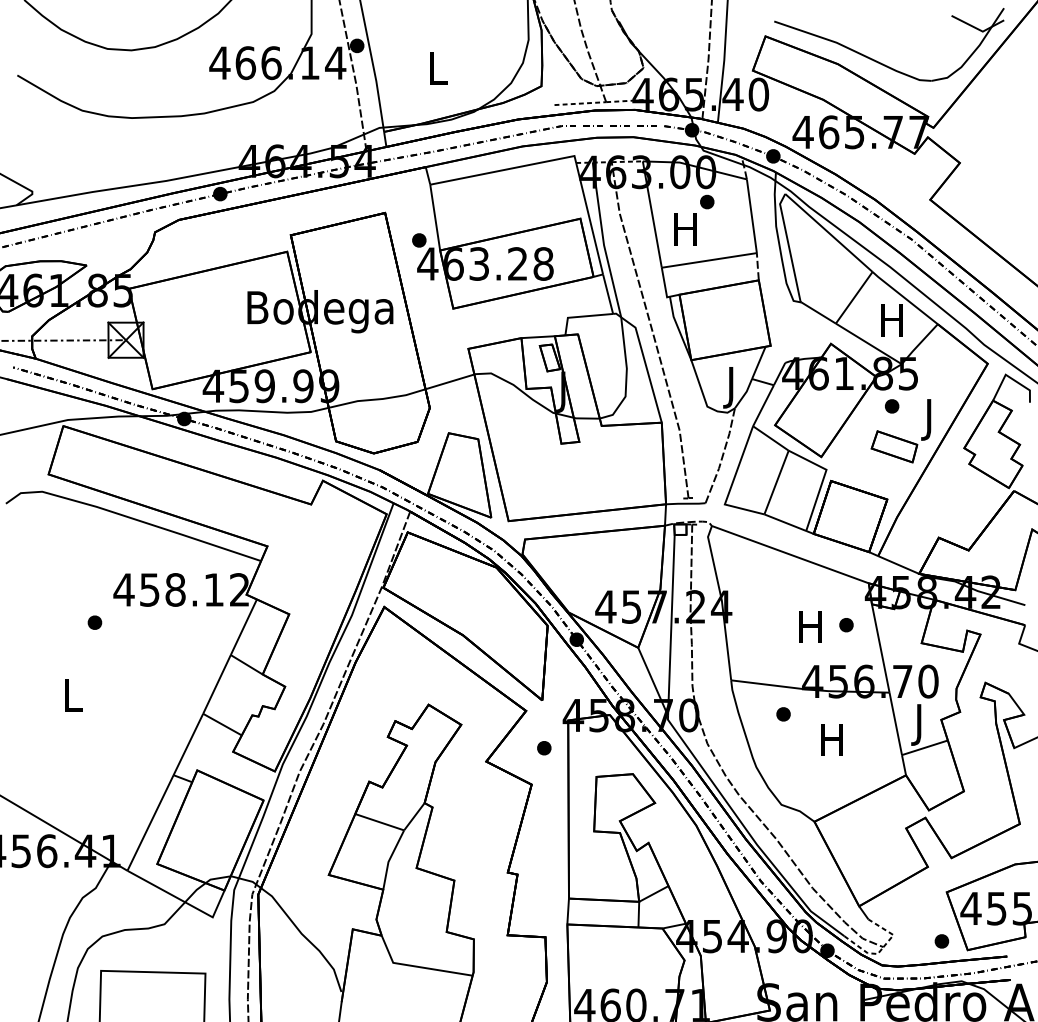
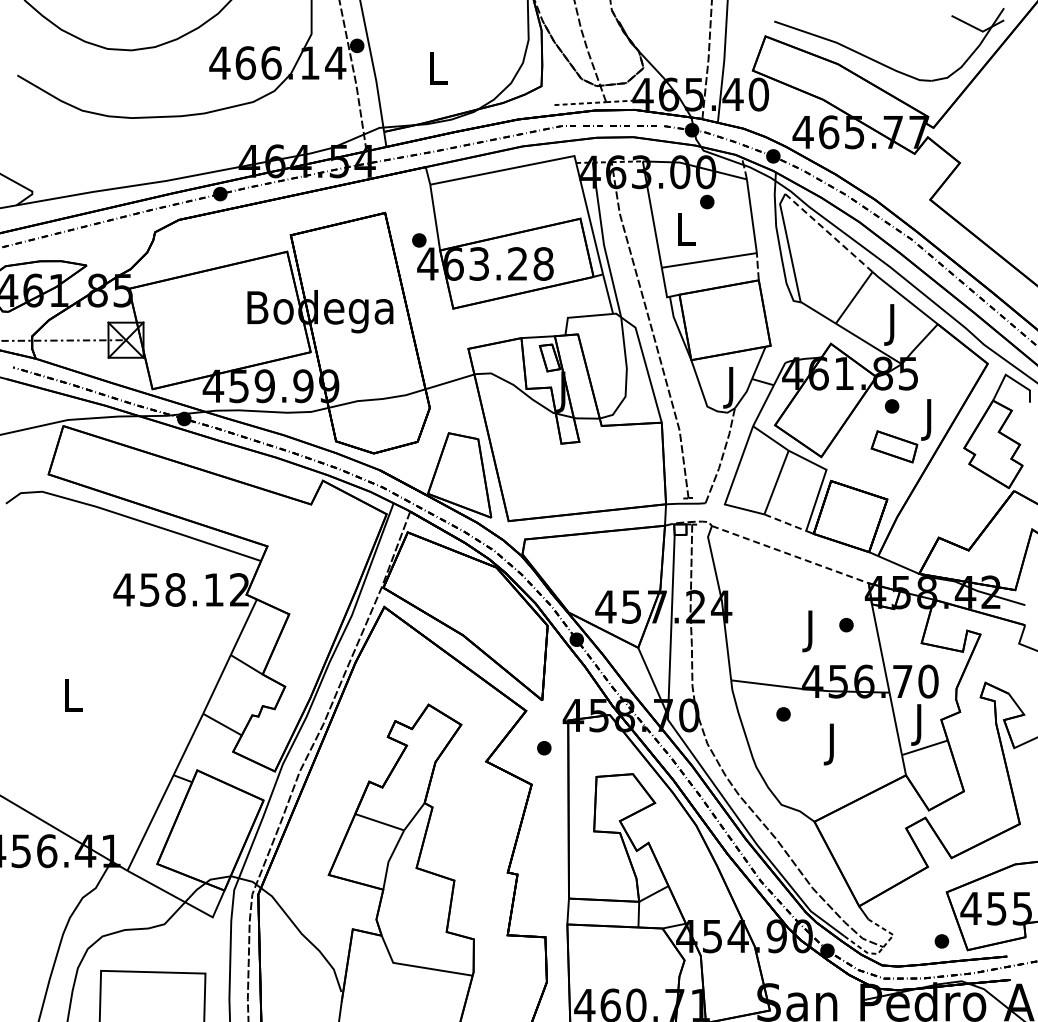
text at (685, 229): H -> L
line at (828, 232): solid -> dashed
text at (891, 324): H -> J
line at (785, 522): solid -> dashed
line at (790, 554): solid -> dashed
part at (94, 622): present -> none
text at (810, 631): H -> J
text at (831, 744): H -> J
